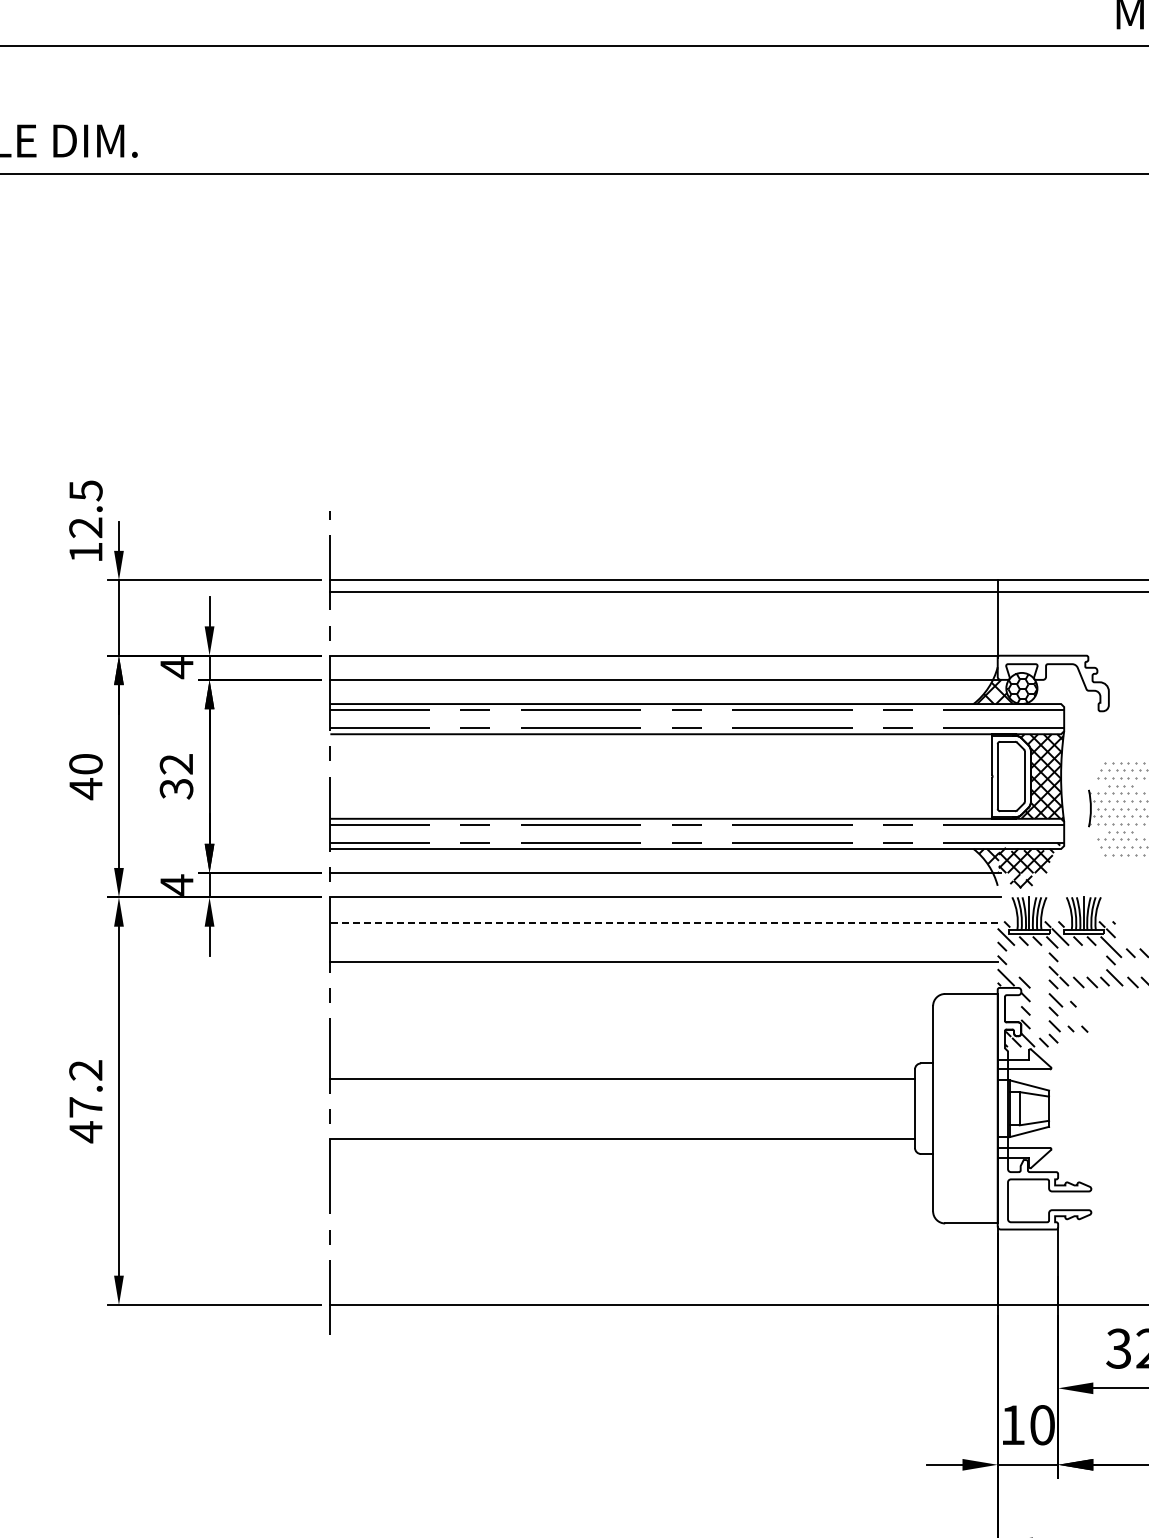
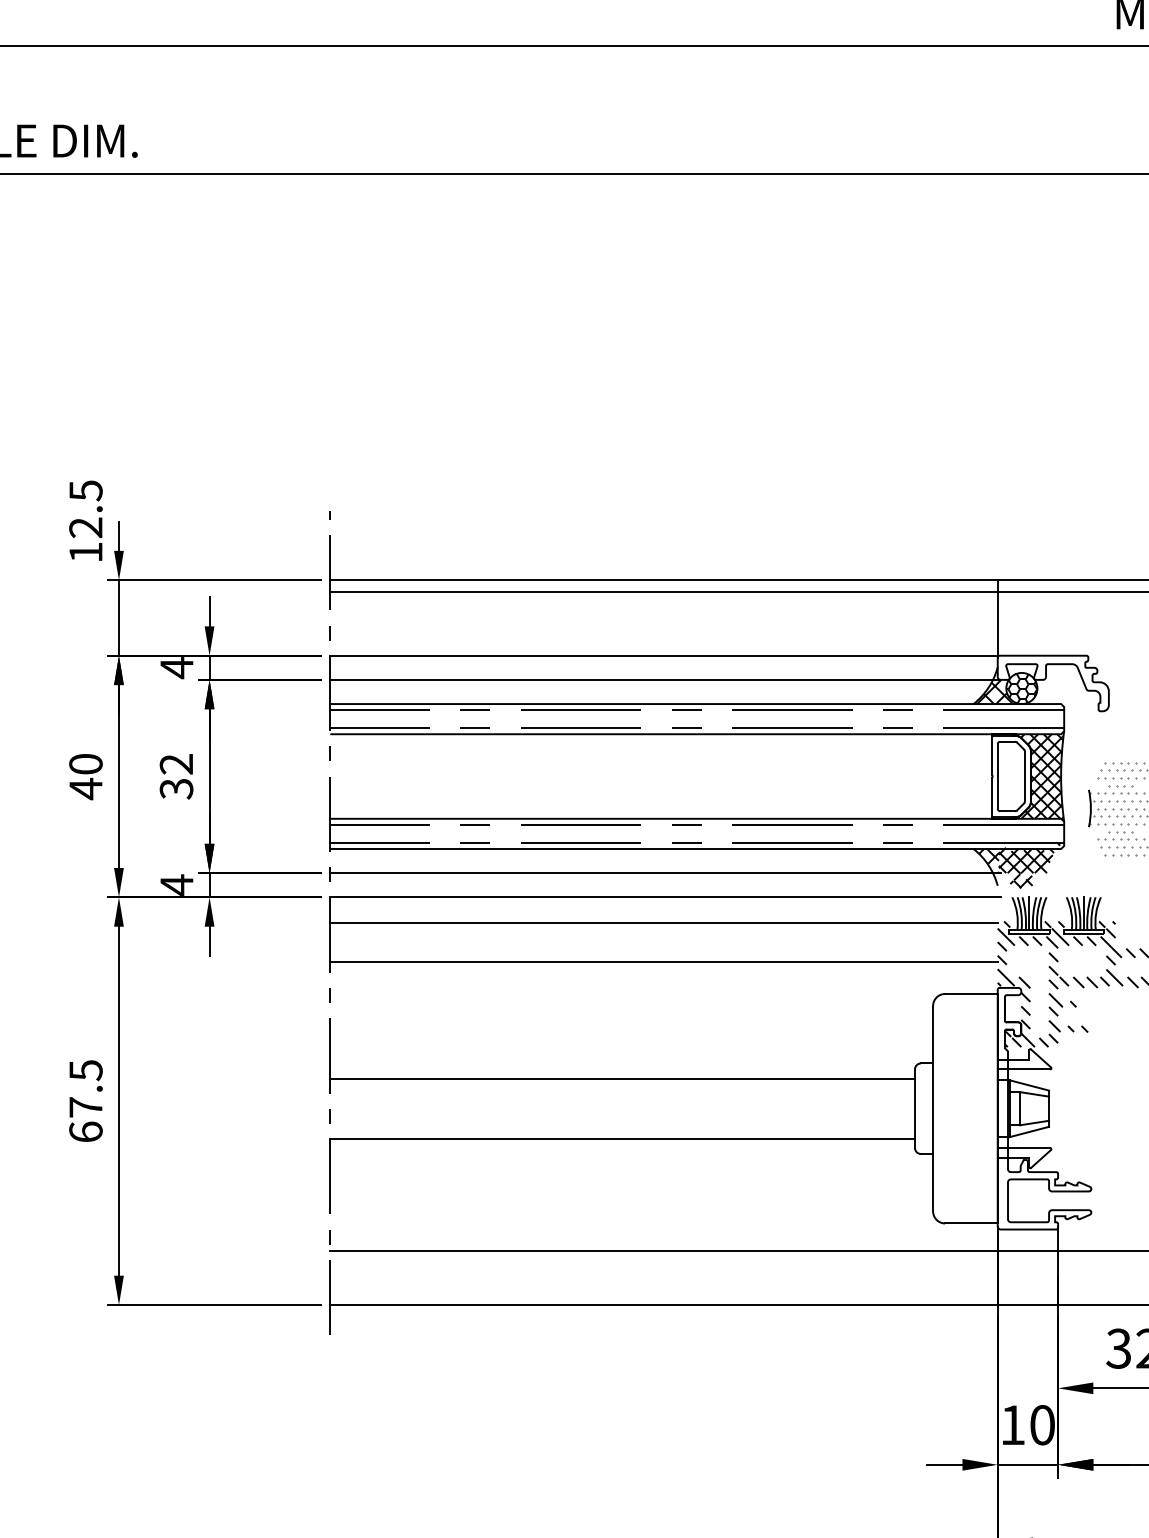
line at (664, 922): dashed -> solid
text at (85, 1101): 47.2 -> 67.5
line at (737, 1250): none -> present
